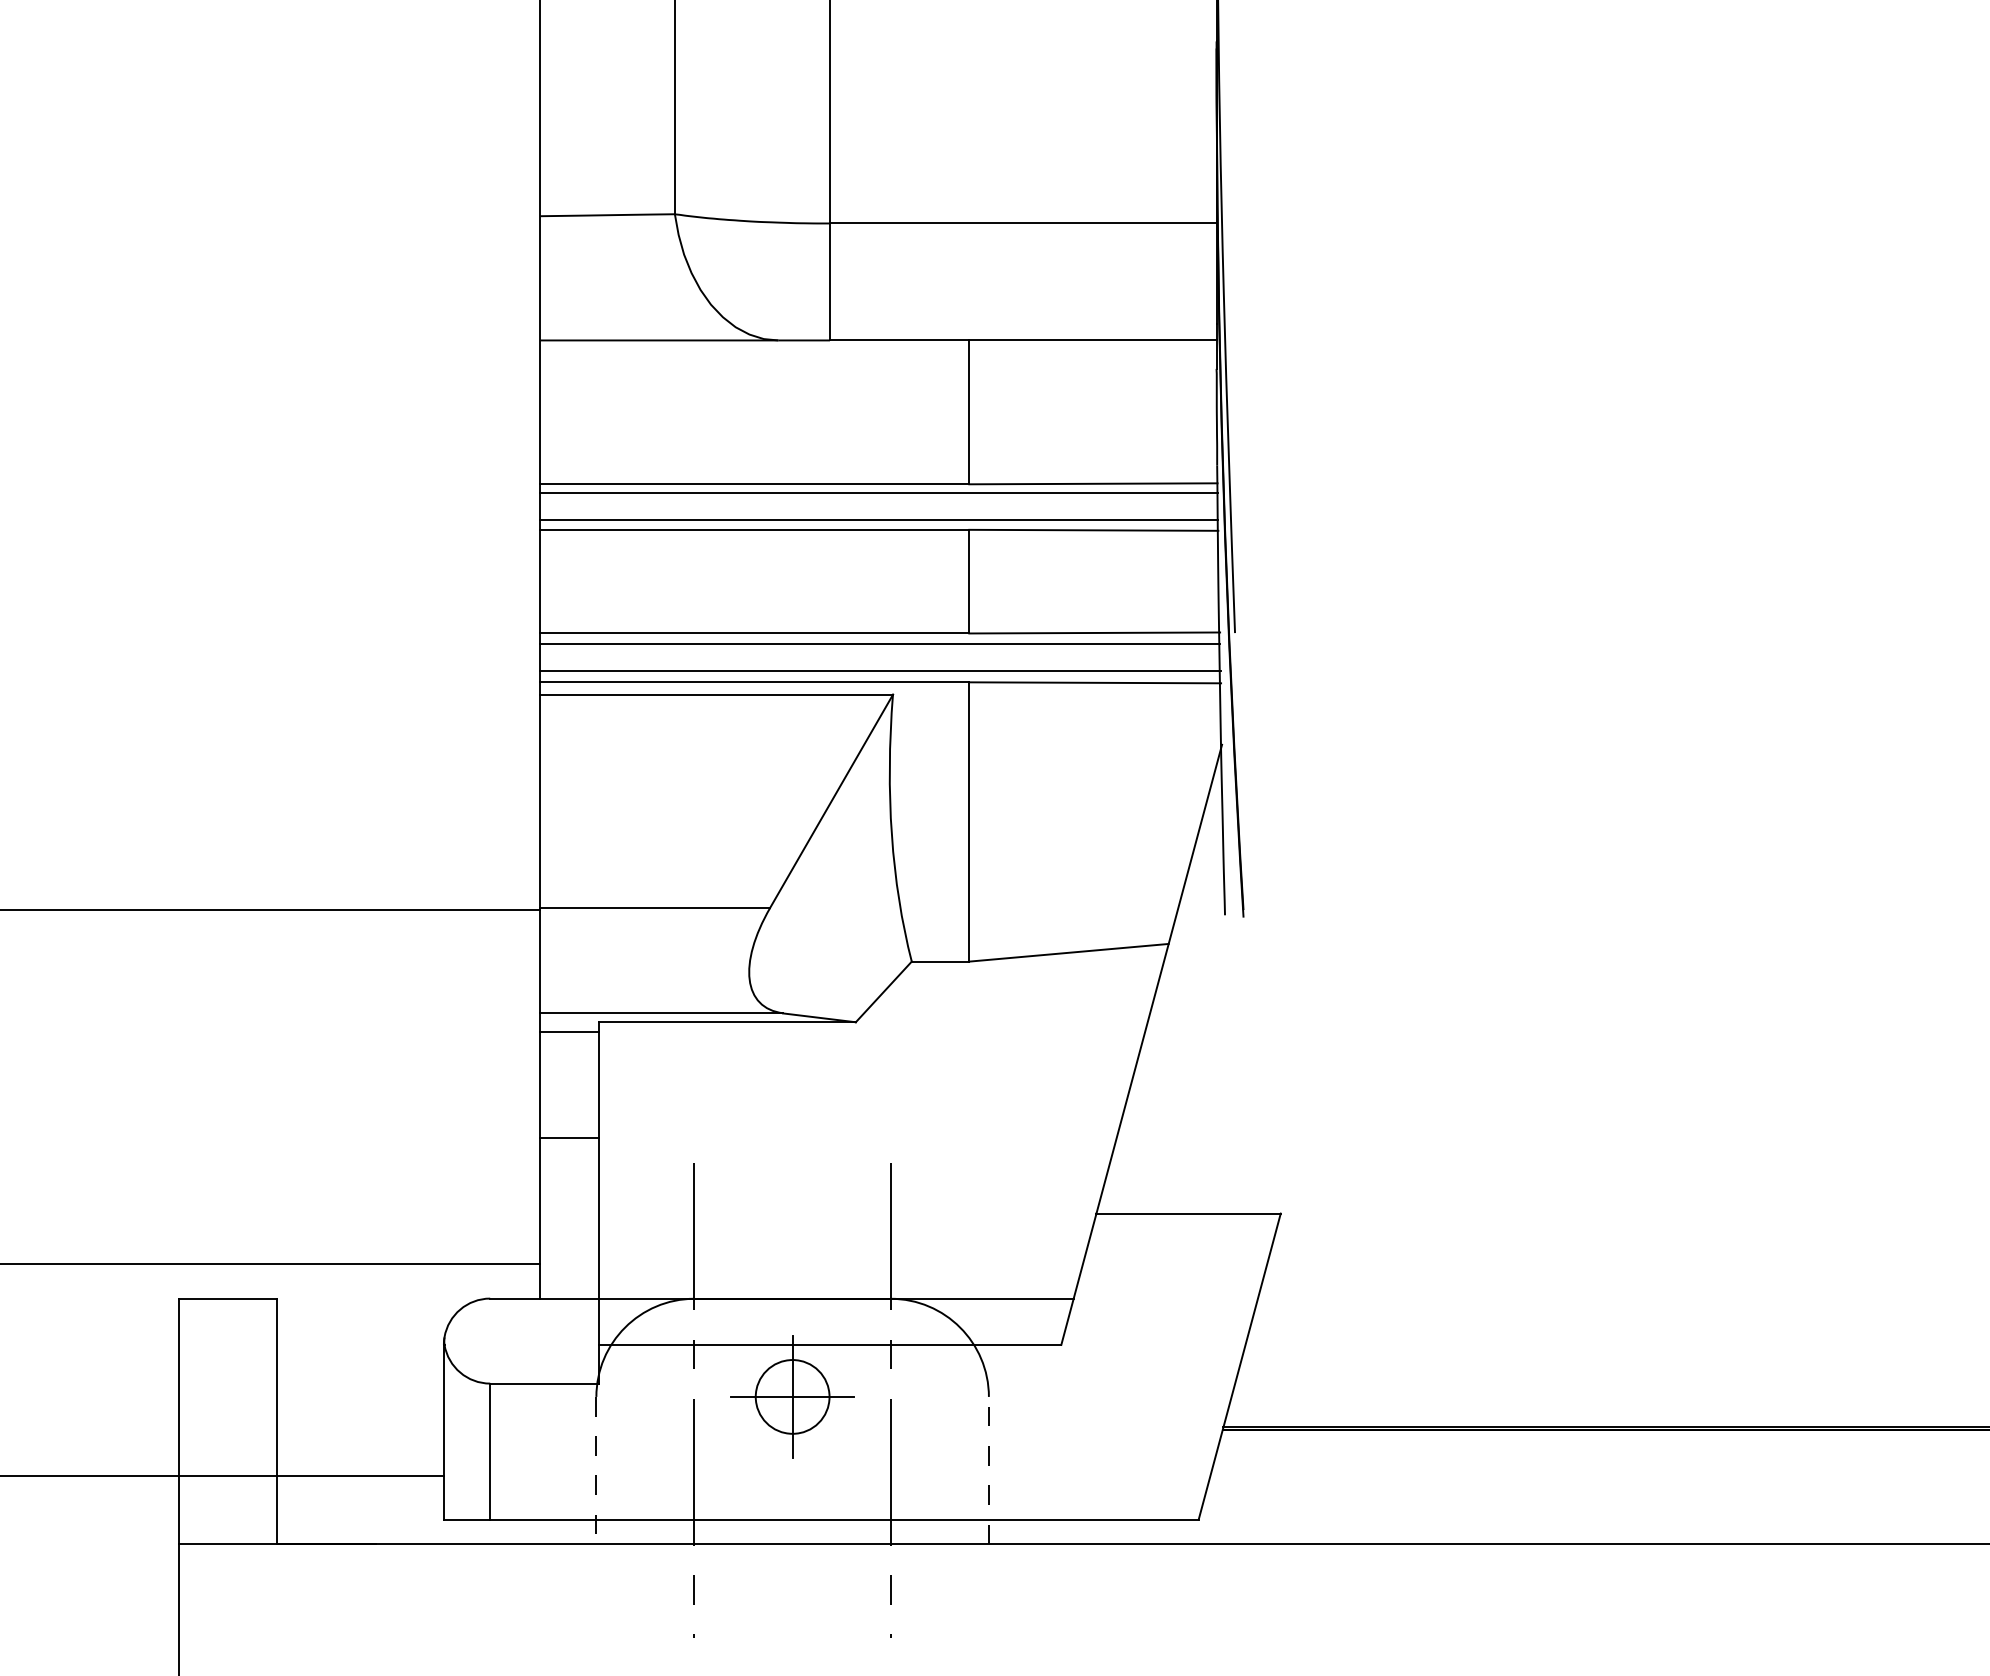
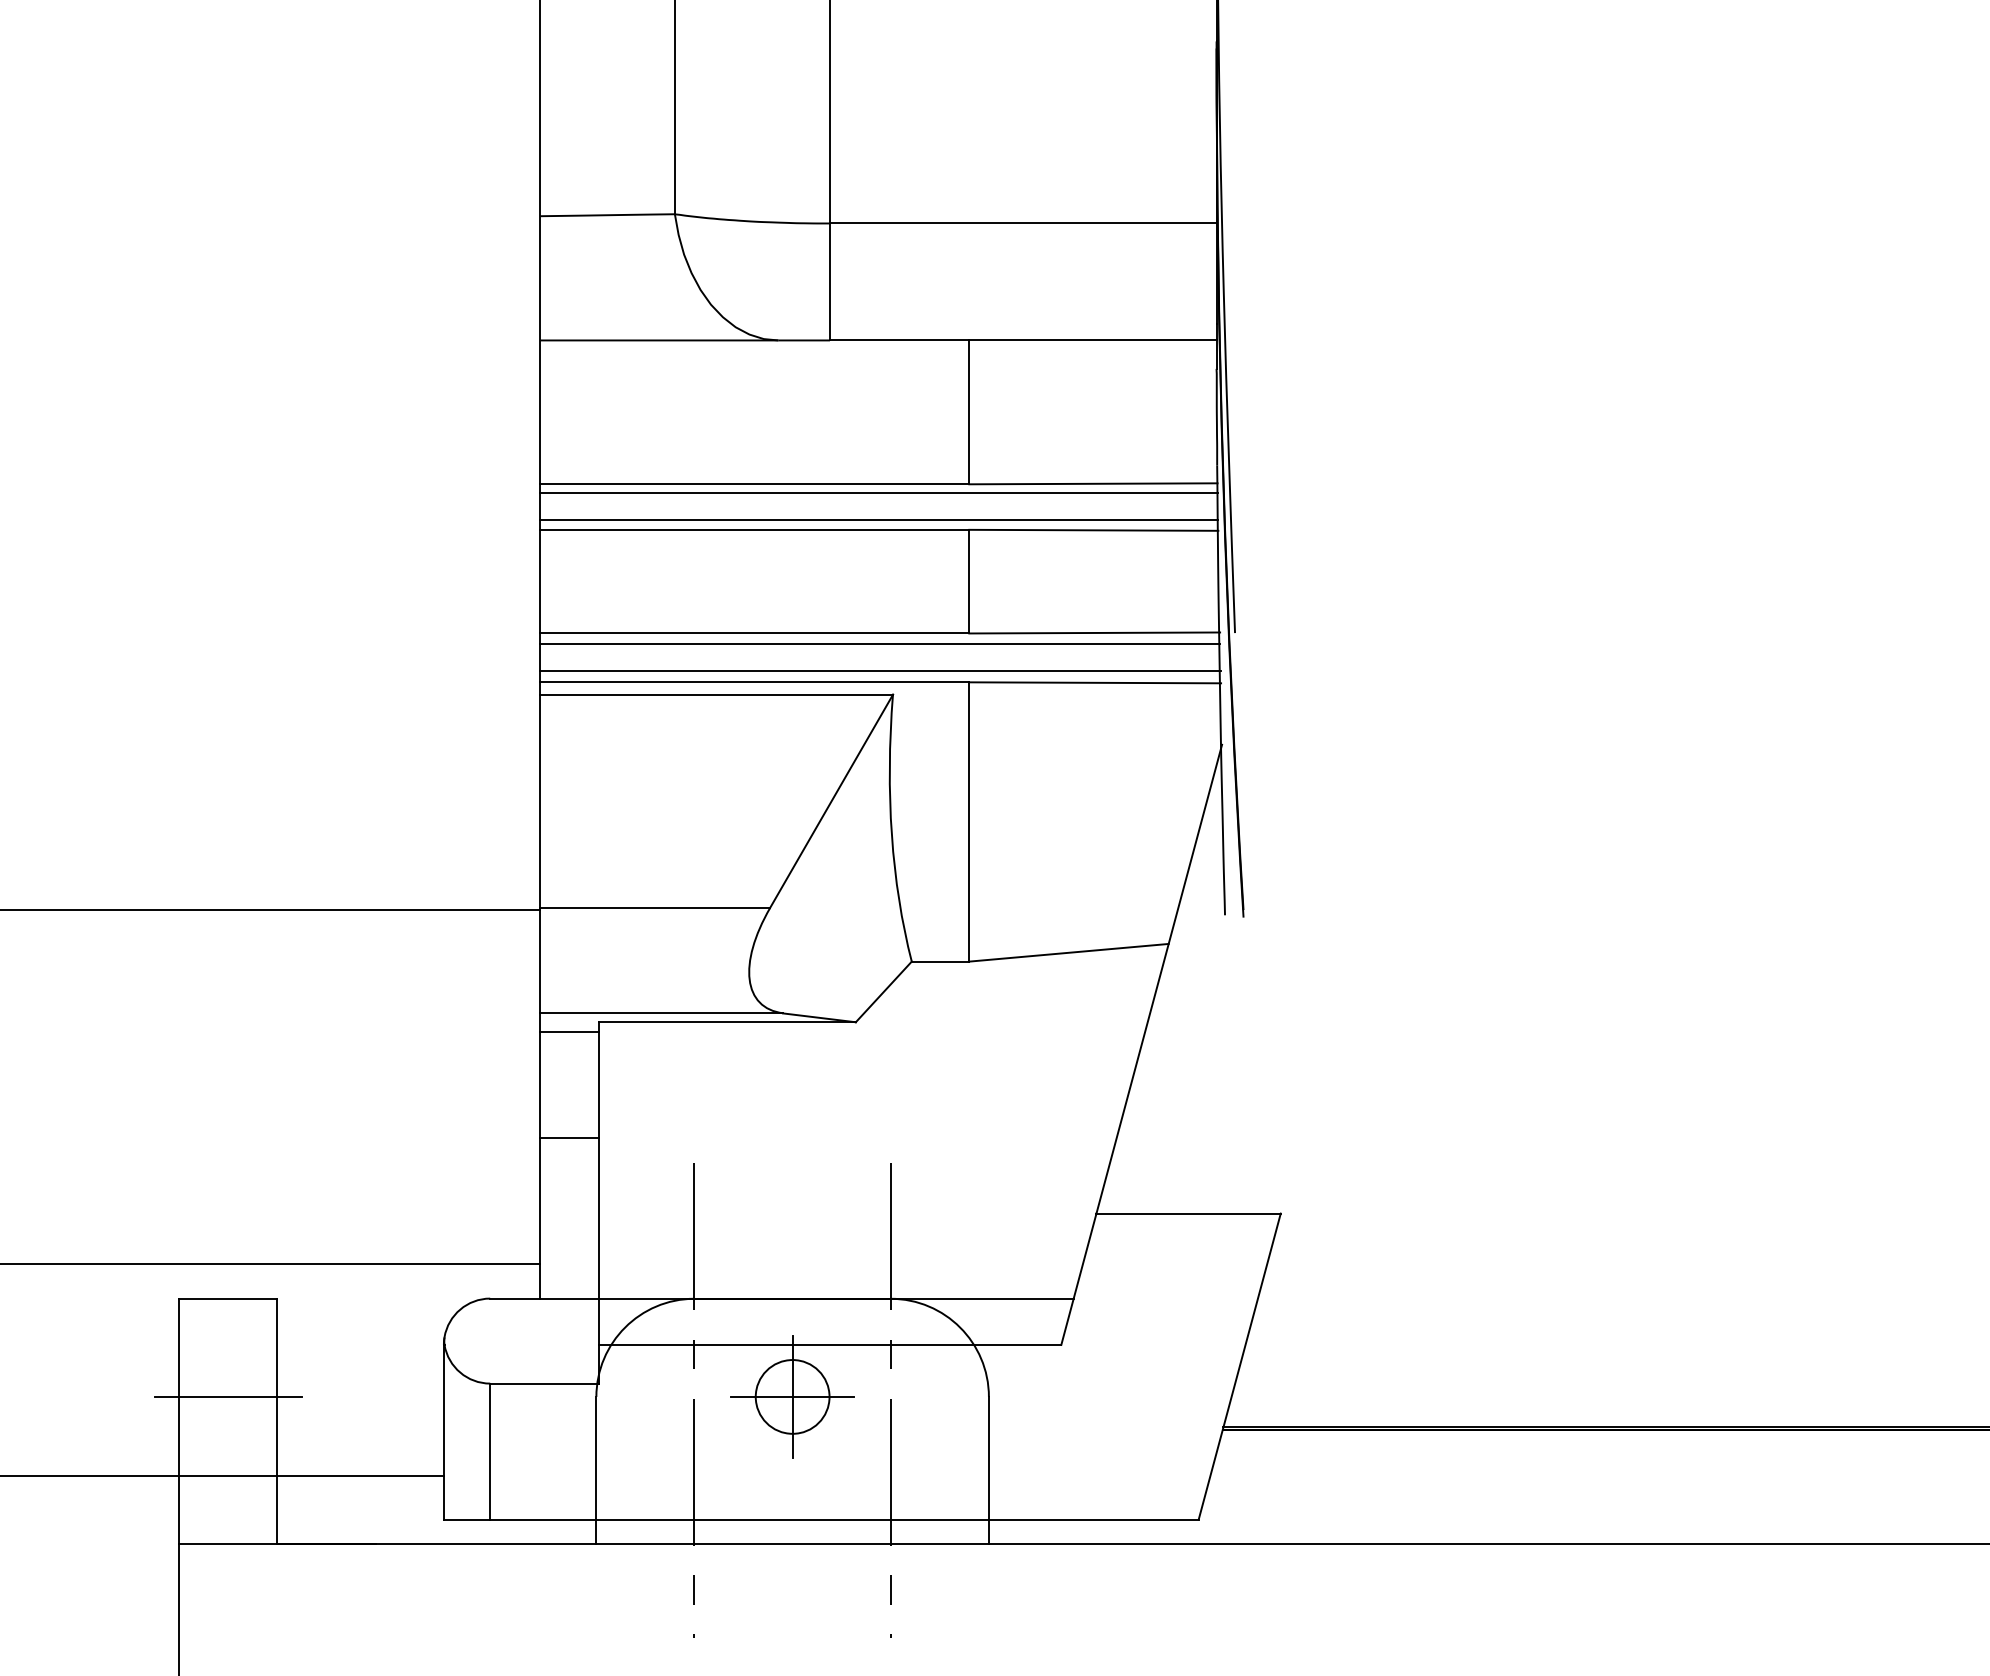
line at (227, 1396): none -> present
line at (596, 1470): dashed -> solid
line at (988, 1470): dashed -> solid
